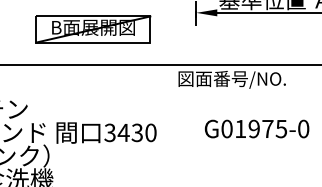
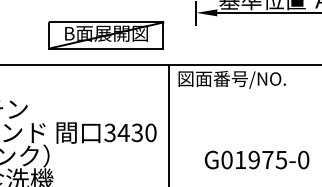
part at (93, 29) position: (93, 29) -> (106, 35)
line at (169, 124): none -> present
text at (257, 128) position: (257, 128) -> (257, 159)
